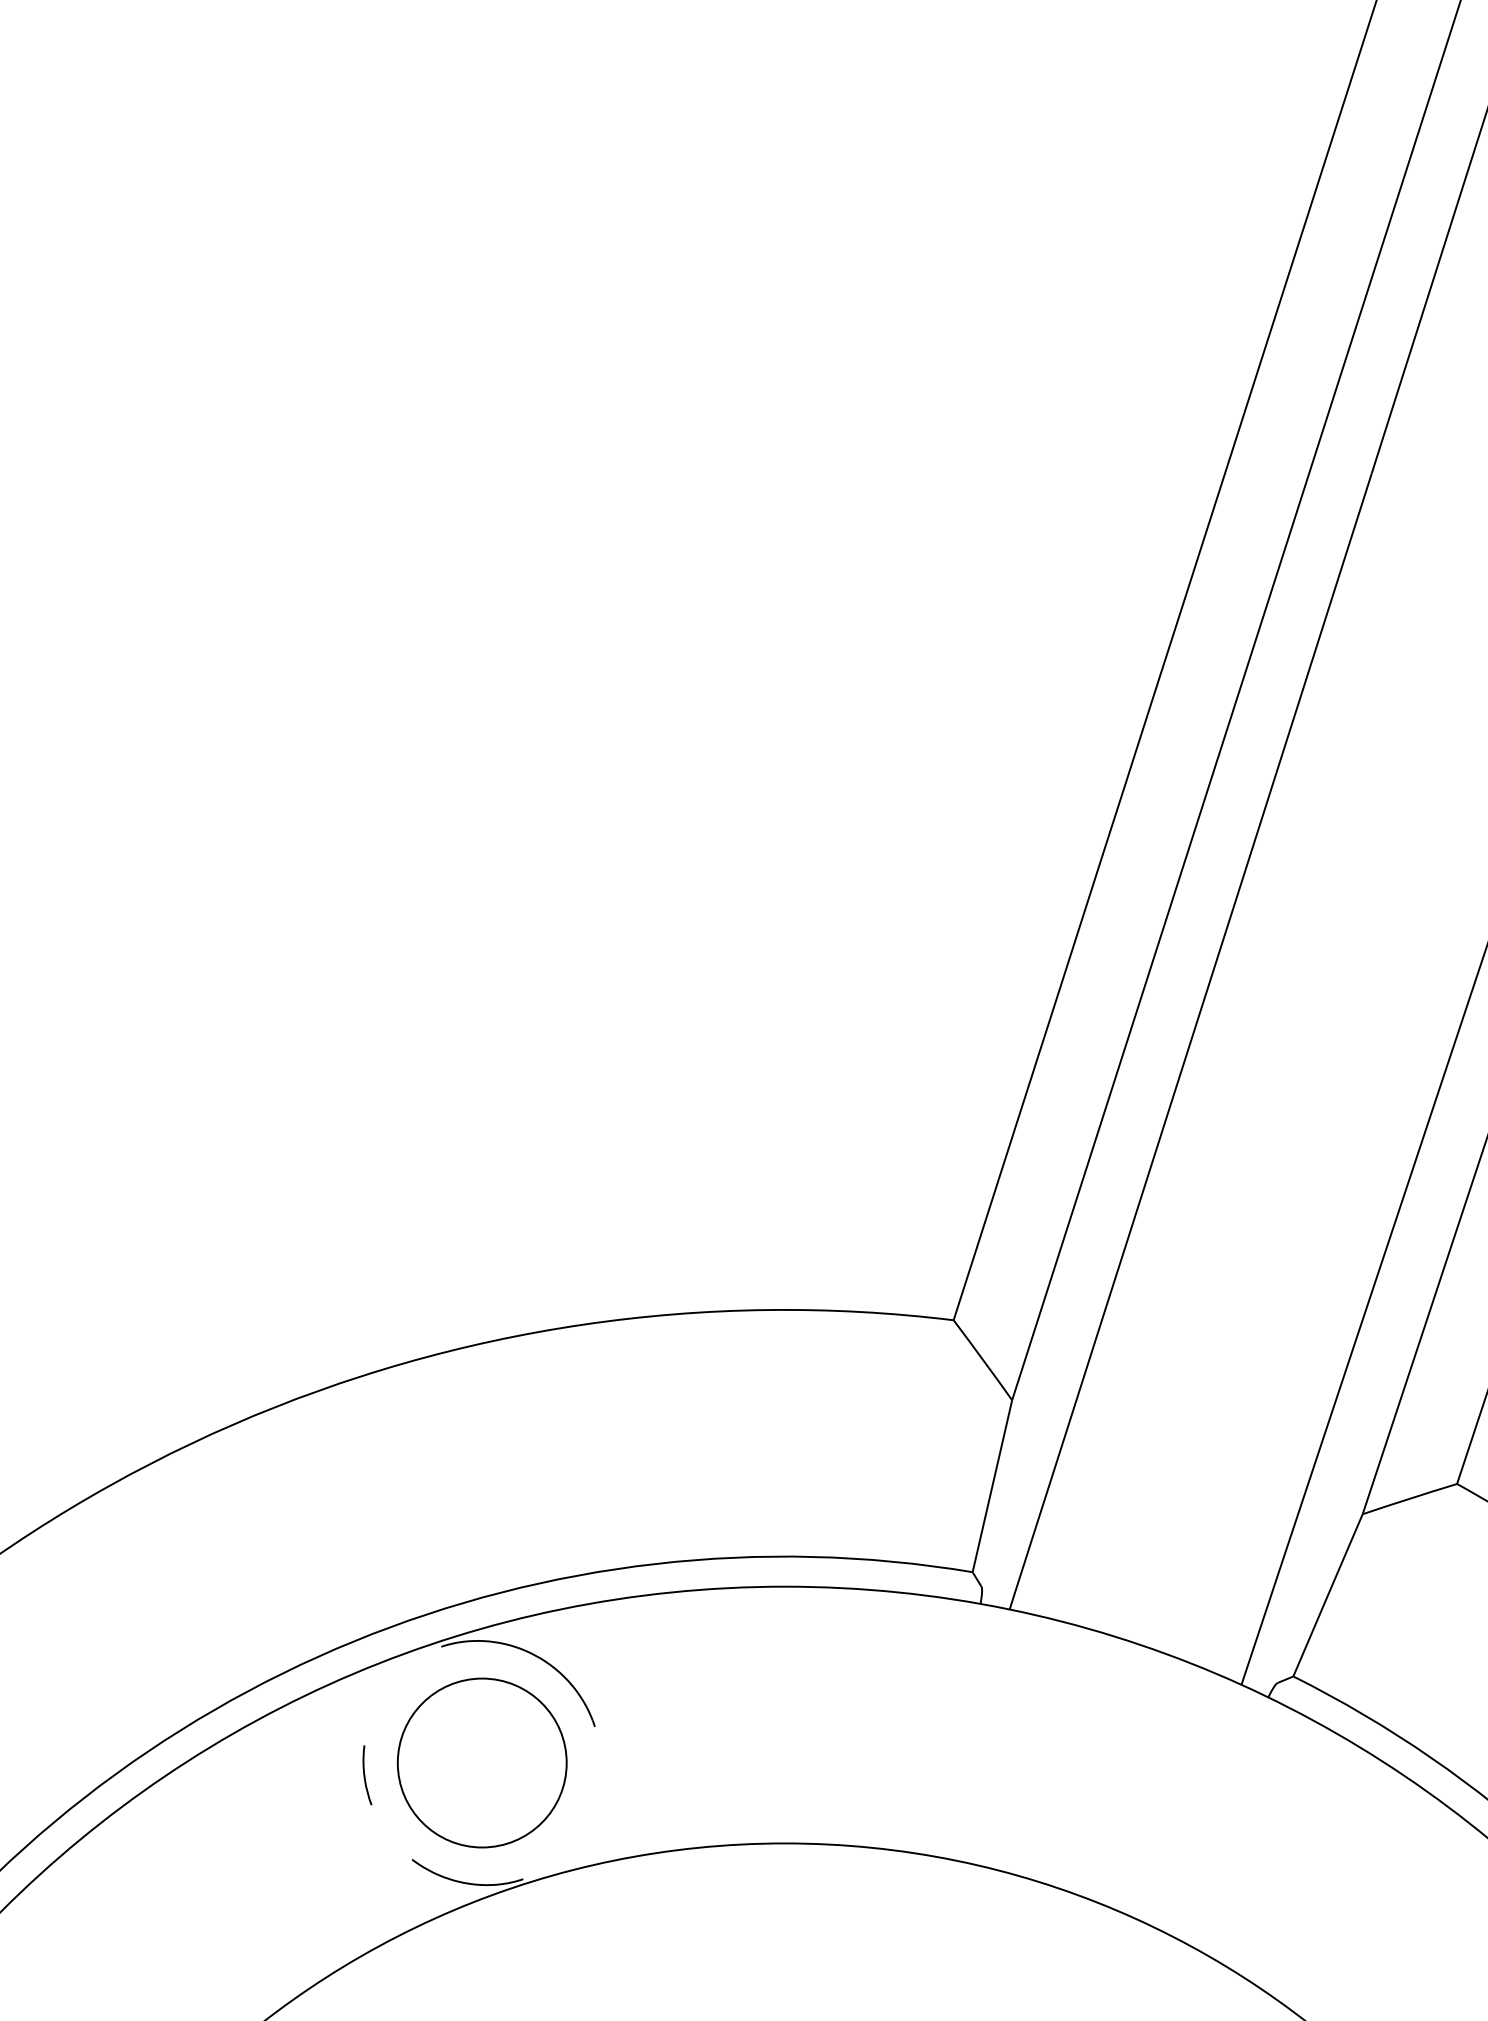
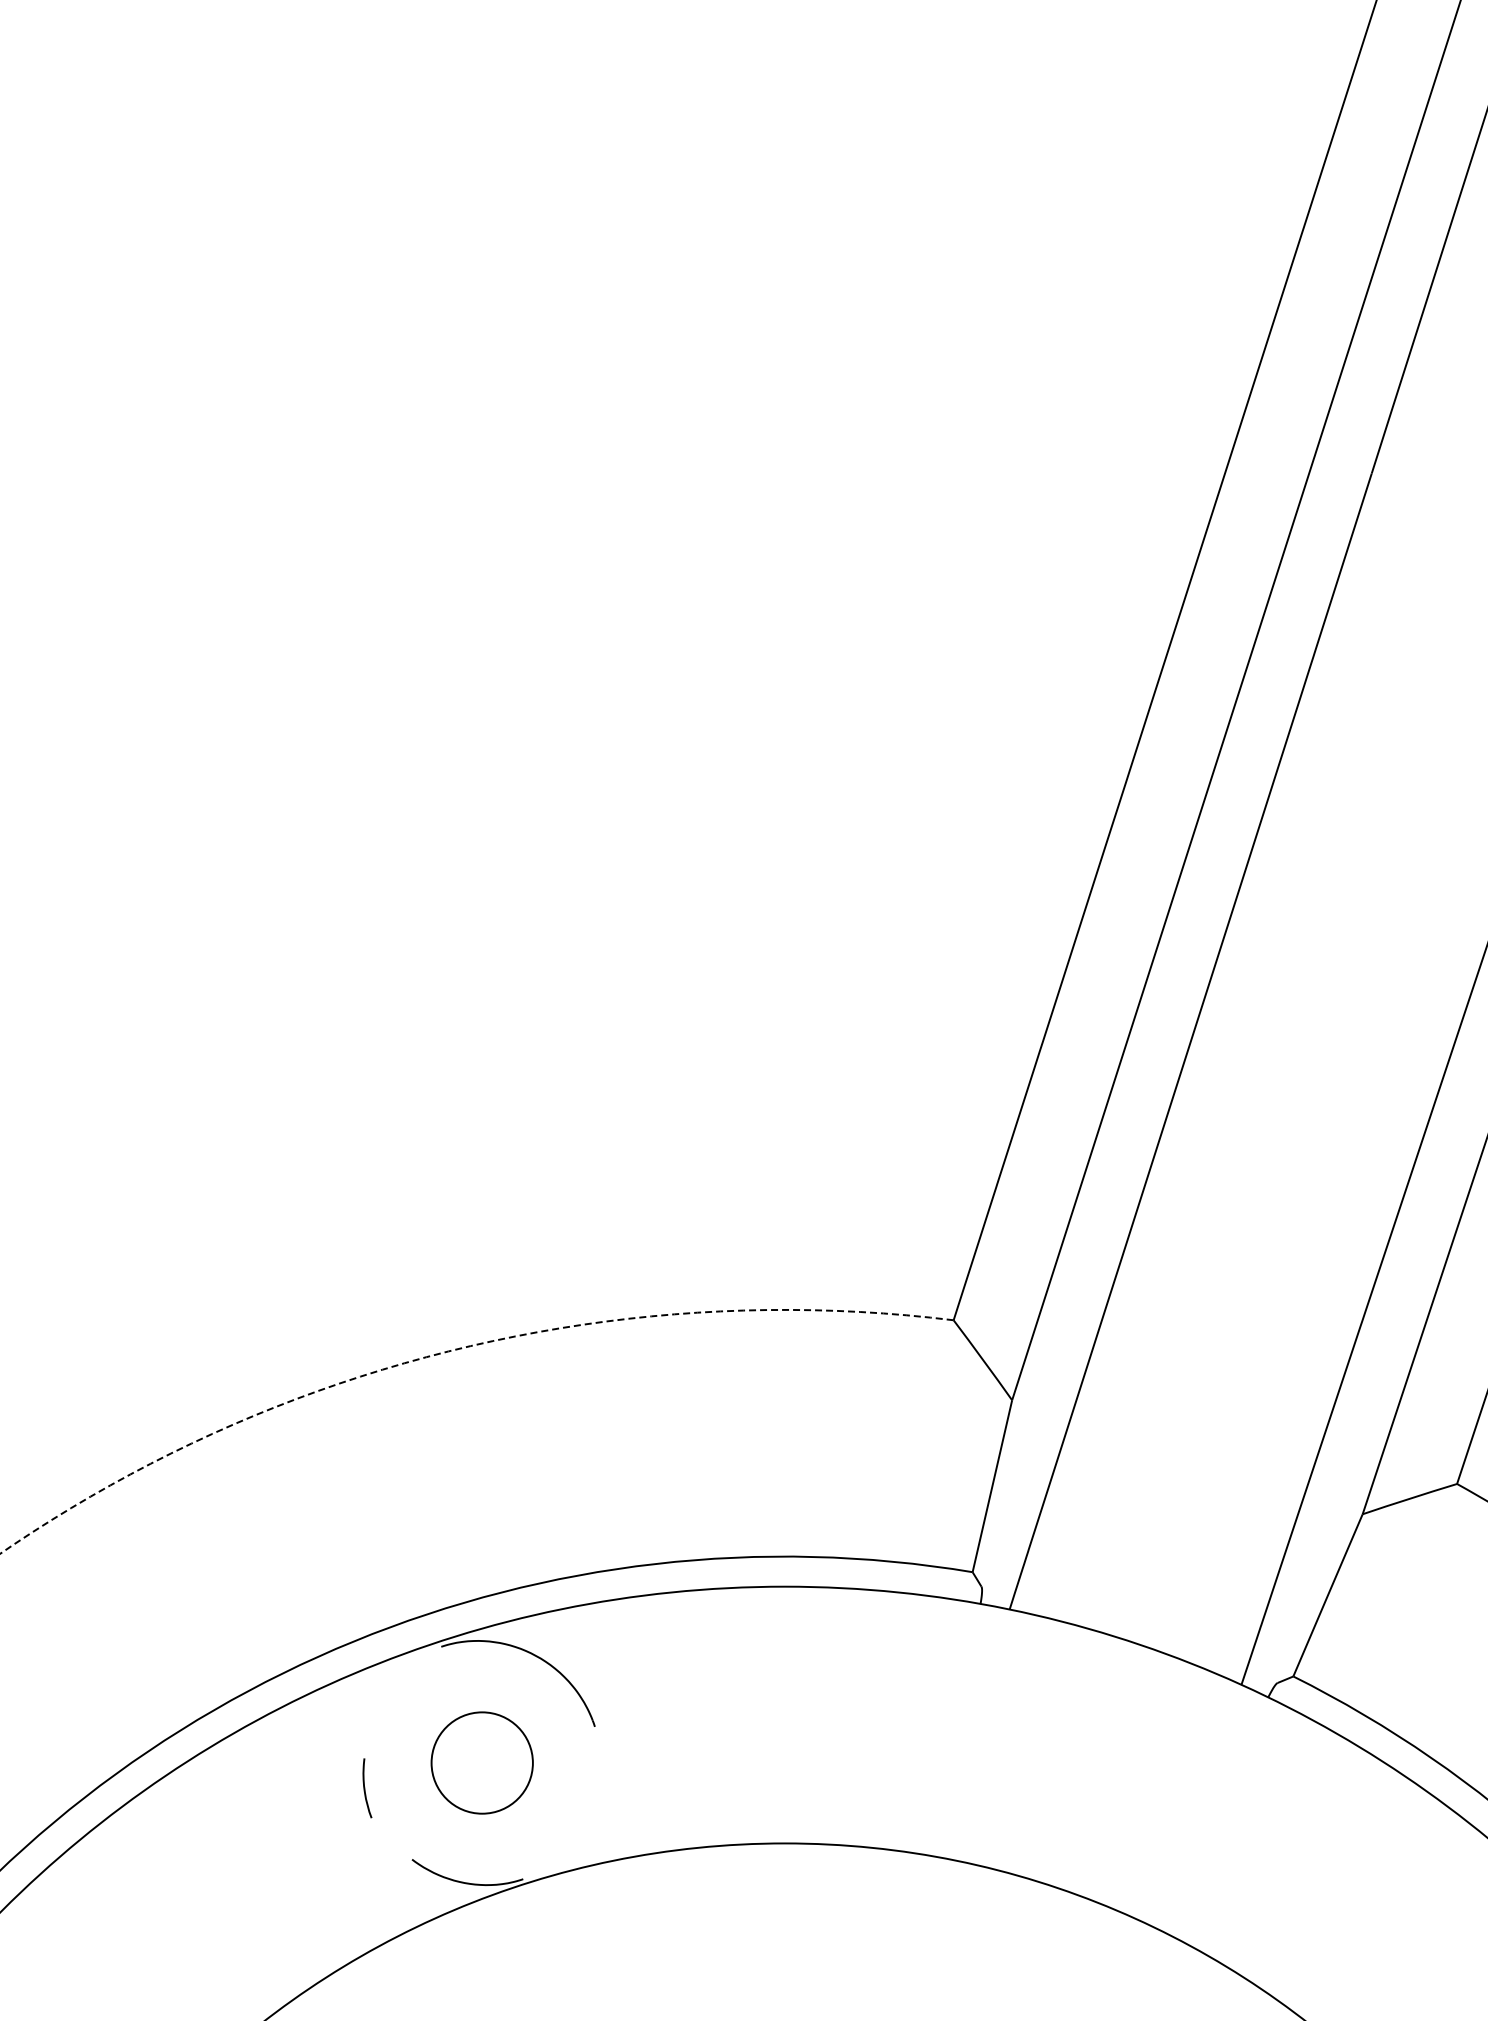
arc at (455, 1349): solid -> dashed
circle at (481, 1762) diameter: 169 px -> 101 px
curve at (365, 1775) position: (365, 1775) -> (365, 1788)
